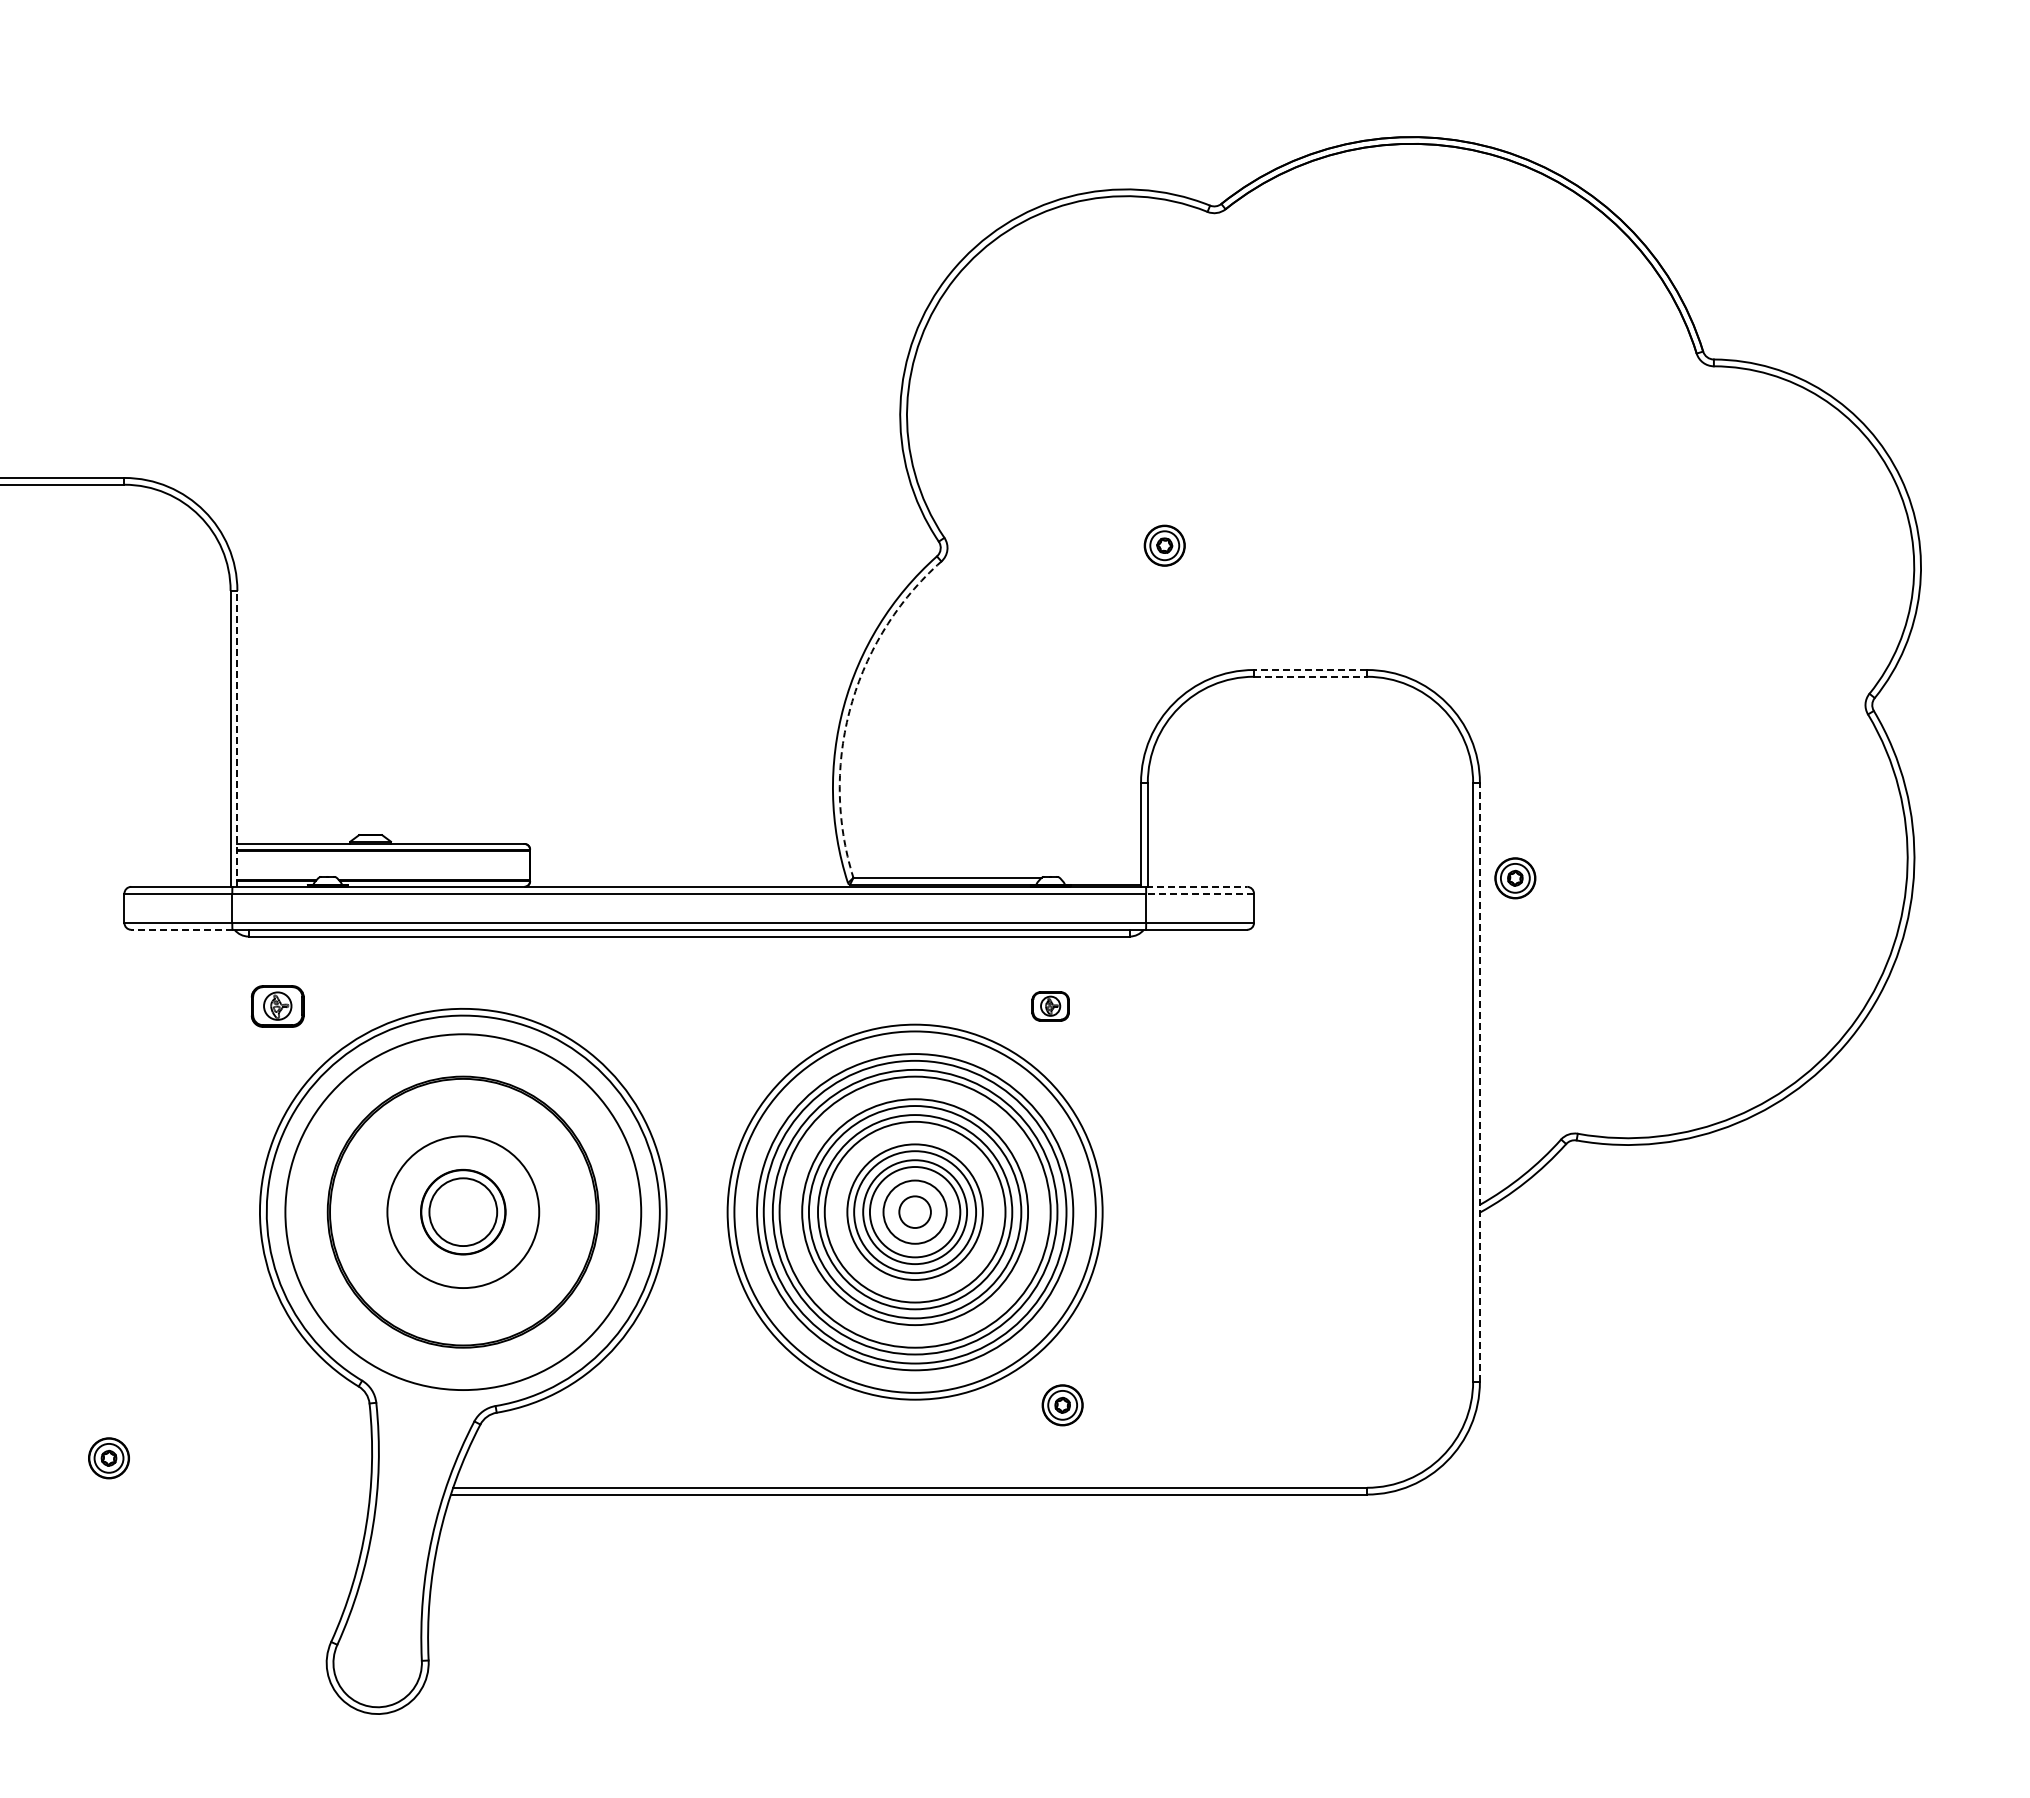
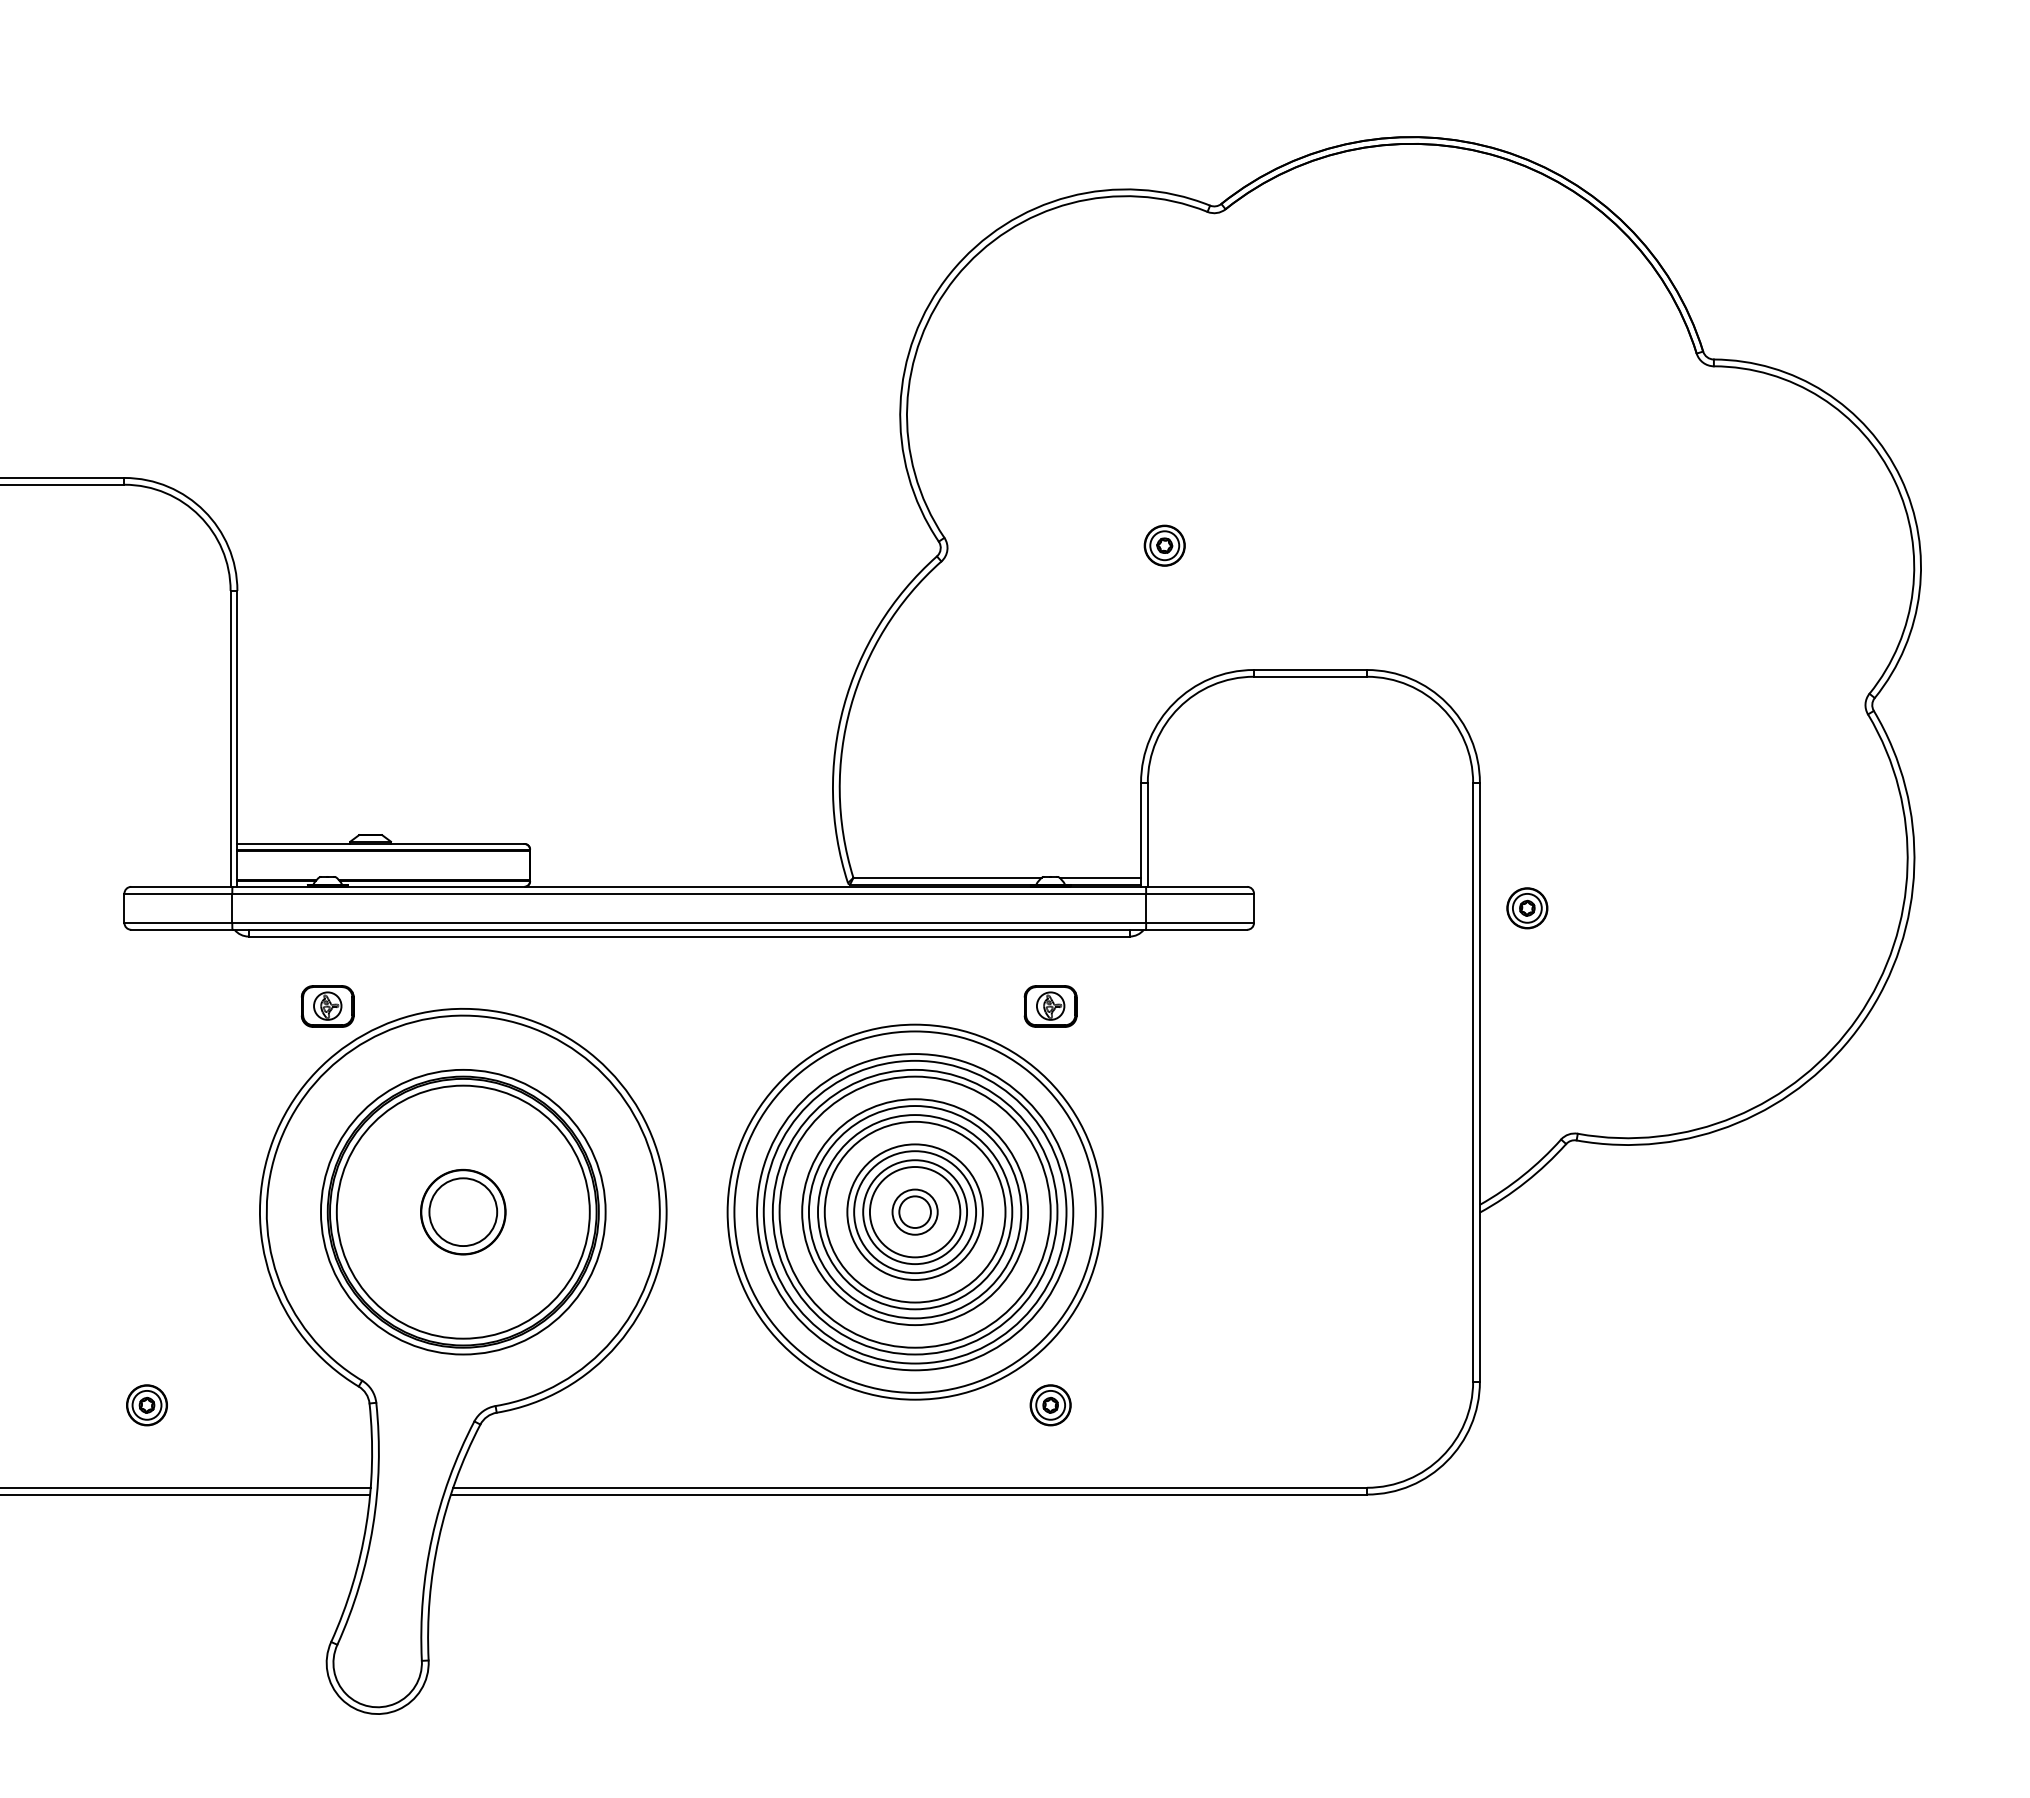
line at (1309, 670): dashed -> solid
line at (1310, 676): dashed -> solid
arc at (850, 706): dashed -> solid
line at (237, 738): dashed -> solid
line at (1100, 877): none -> present
part at (1515, 878) position: (1515, 878) -> (1527, 908)
line at (1196, 886): dashed -> solid
line at (1200, 893): dashed -> solid
line at (181, 929): dashed -> solid
part at (277, 1006) position: (277, 1006) -> (327, 1006)
part at (1050, 1006) size: 39x31 px -> 55x43 px
line at (1479, 1081): dashed -> solid
circle at (914, 1211) diameter: 63 px -> 45 px
circle at (463, 1212) diameter: 152 px -> 253 px
circle at (463, 1212) diameter: 356 px -> 285 px
part at (1062, 1405) position: (1062, 1405) -> (1050, 1405)
part at (108, 1458) position: (108, 1458) -> (146, 1405)
line at (186, 1487): none -> present
line at (186, 1494): none -> present
